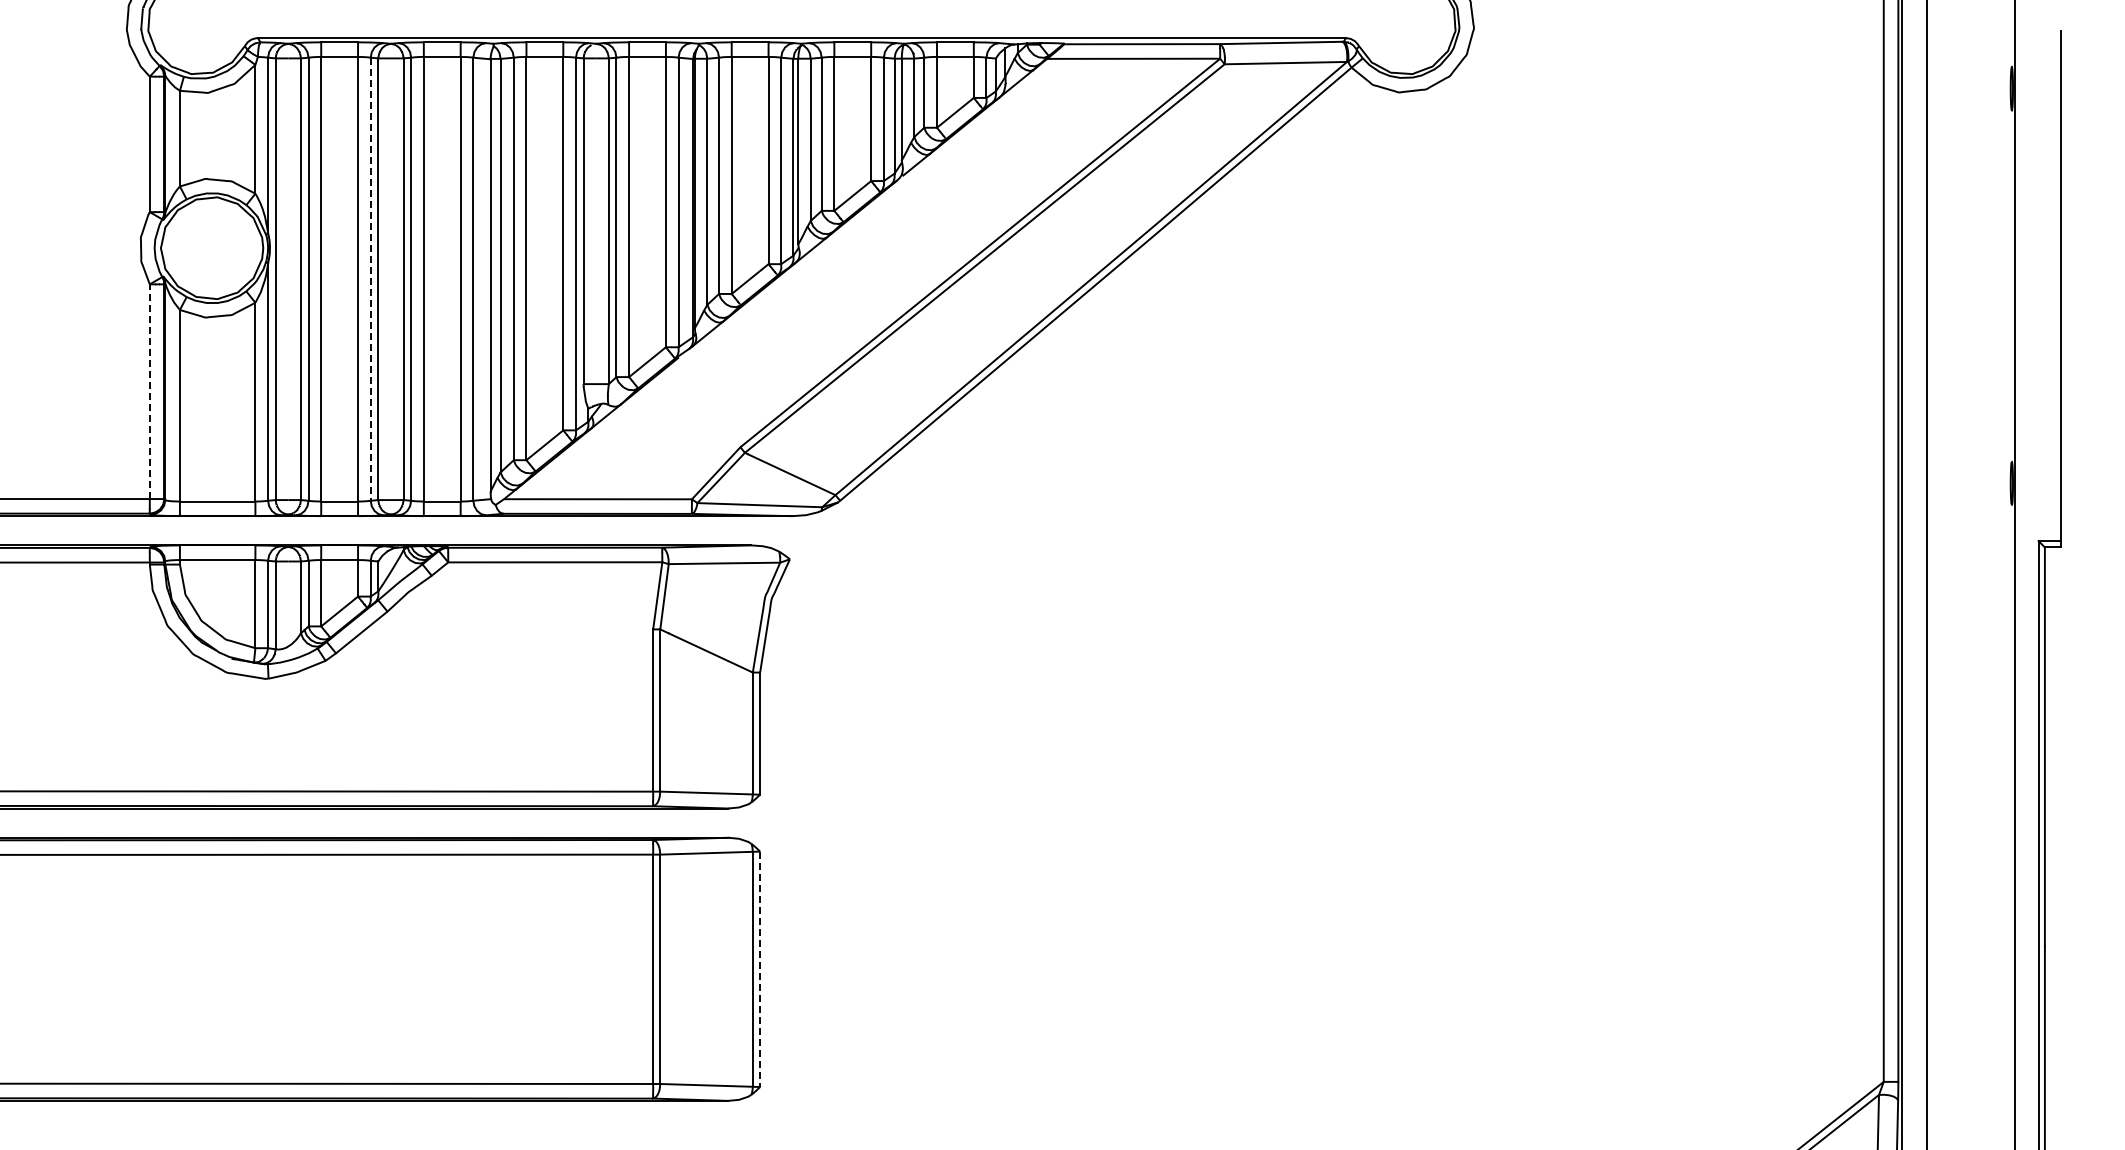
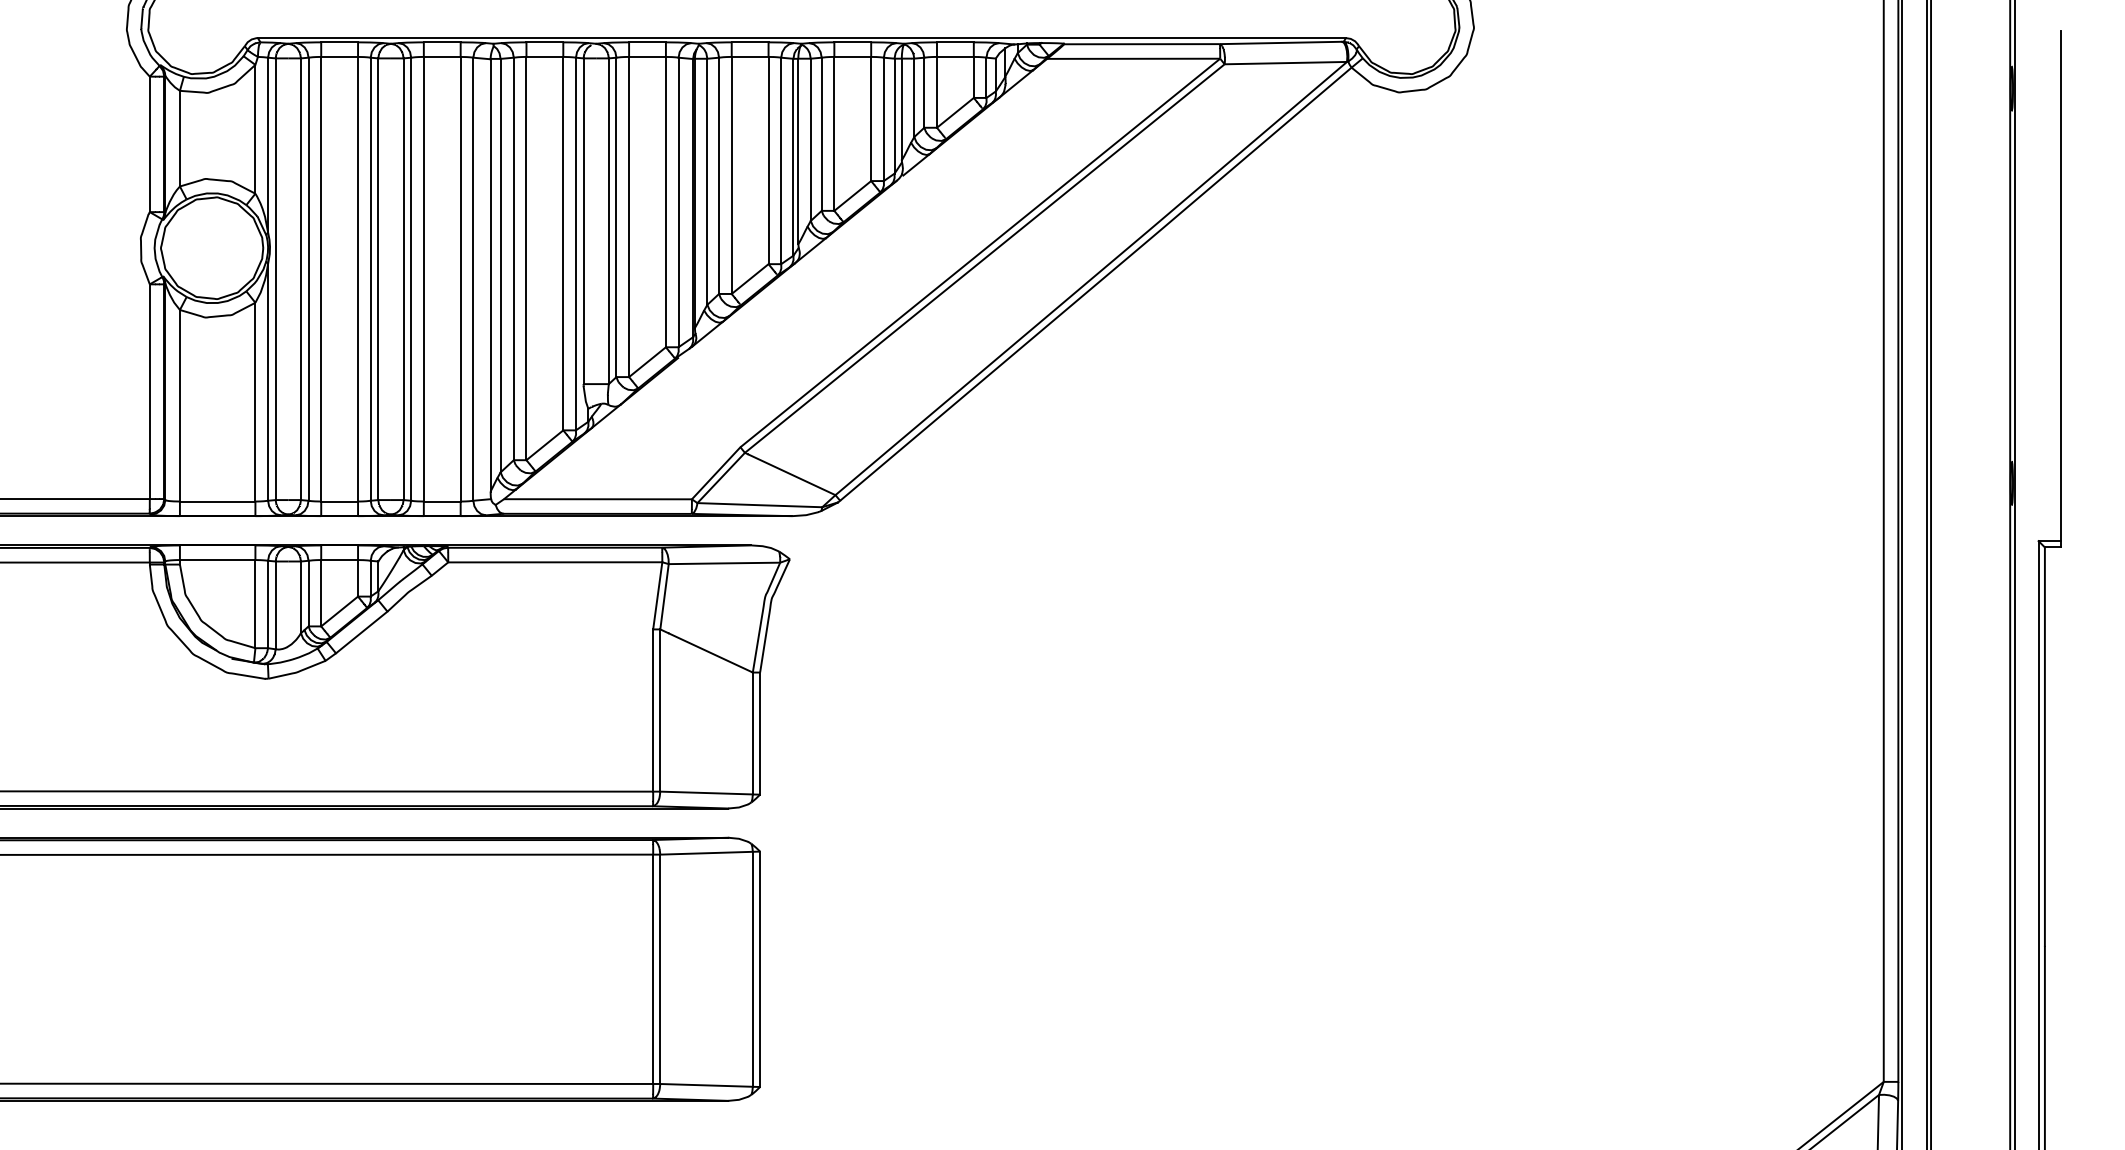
line at (370, 279): dashed -> solid
line at (149, 391): dashed -> solid
line at (1931, 574): none -> present
line at (2010, 574): none -> present
line at (760, 969): dashed -> solid
